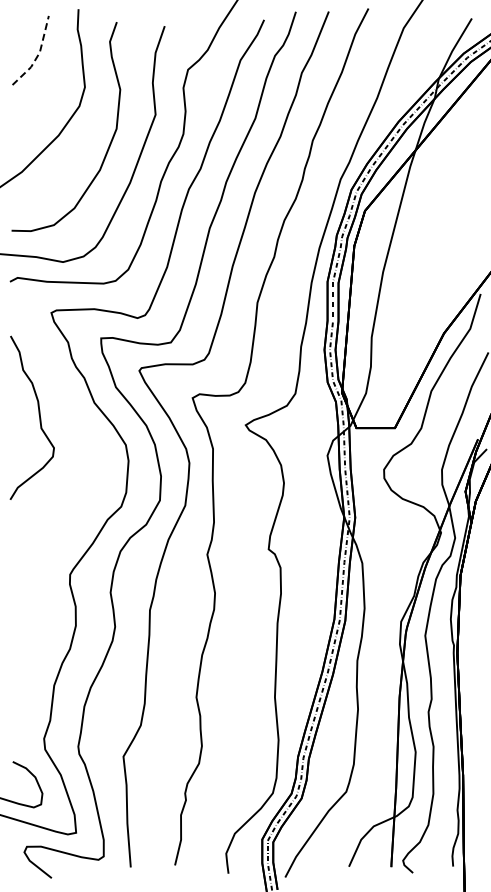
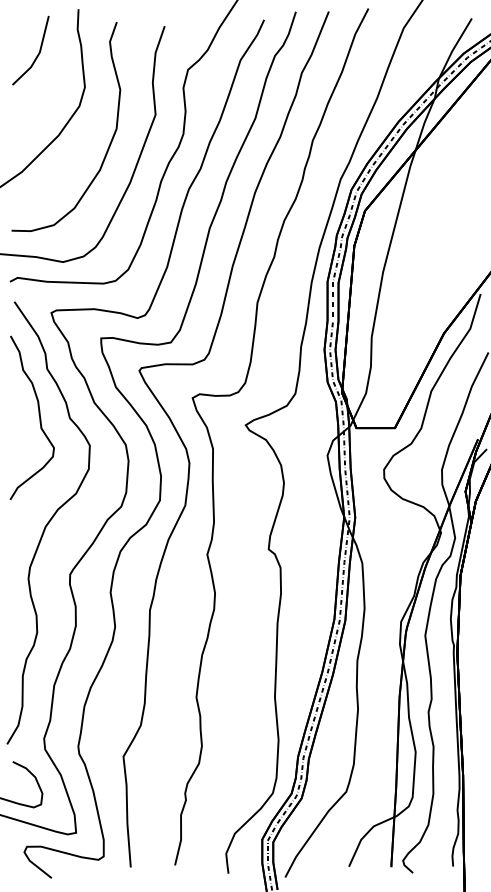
line at (38, 54): dashed -> solid
curve at (48, 522): none -> present
